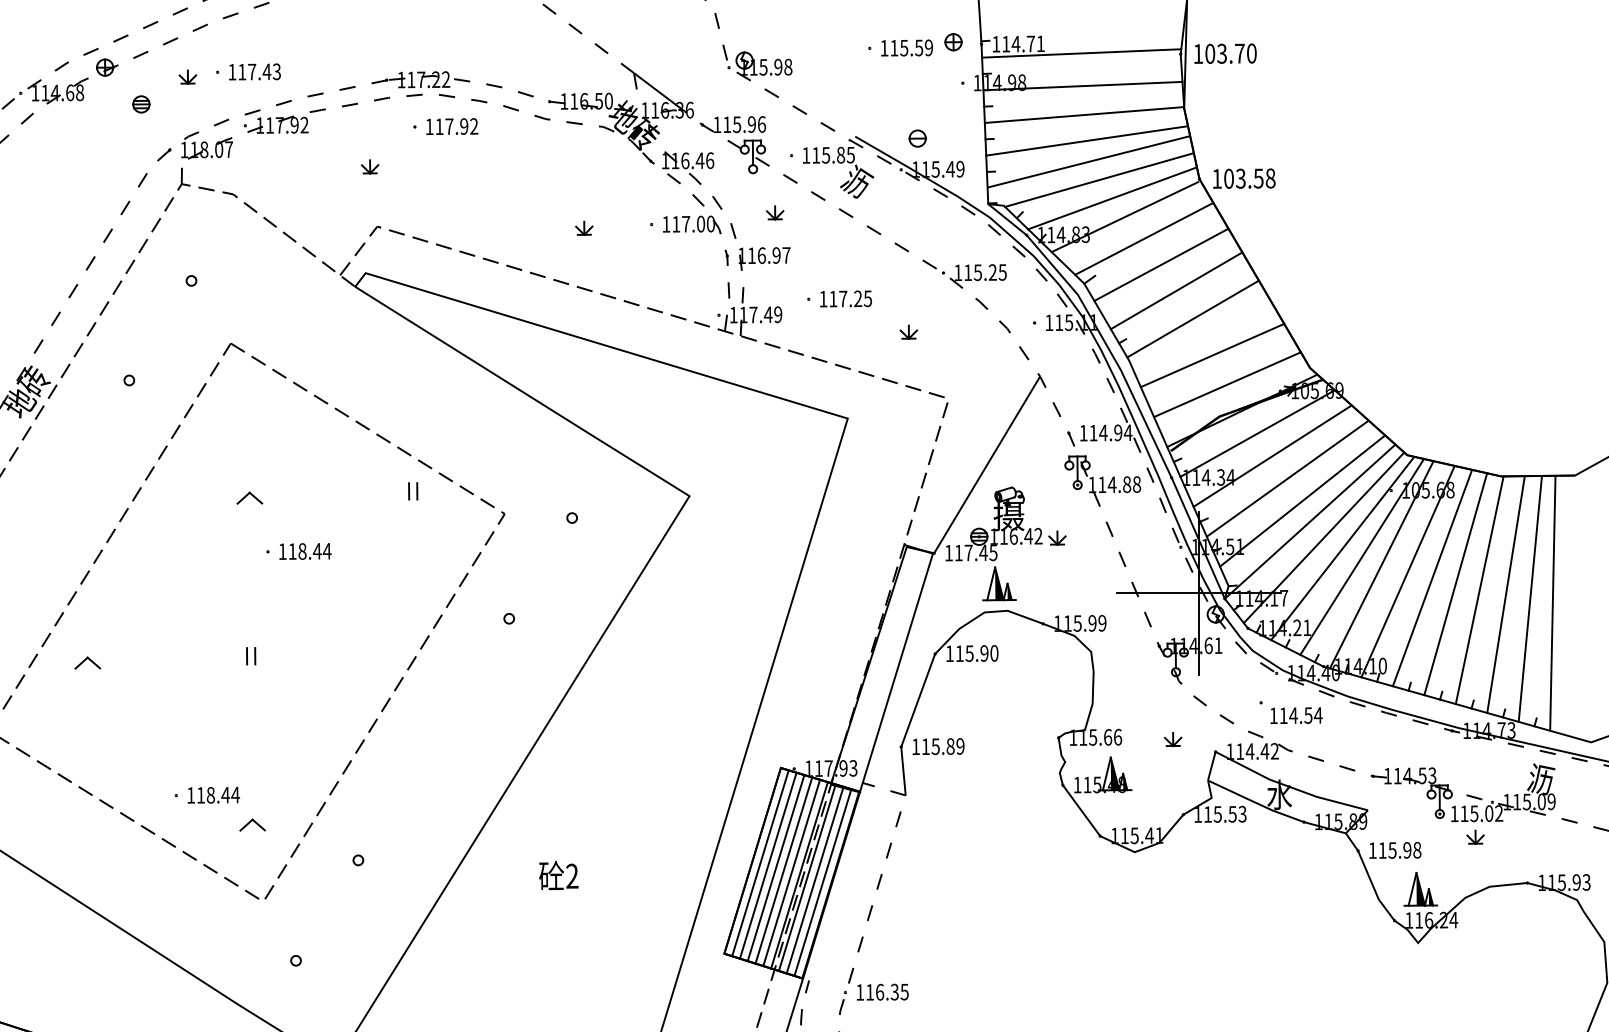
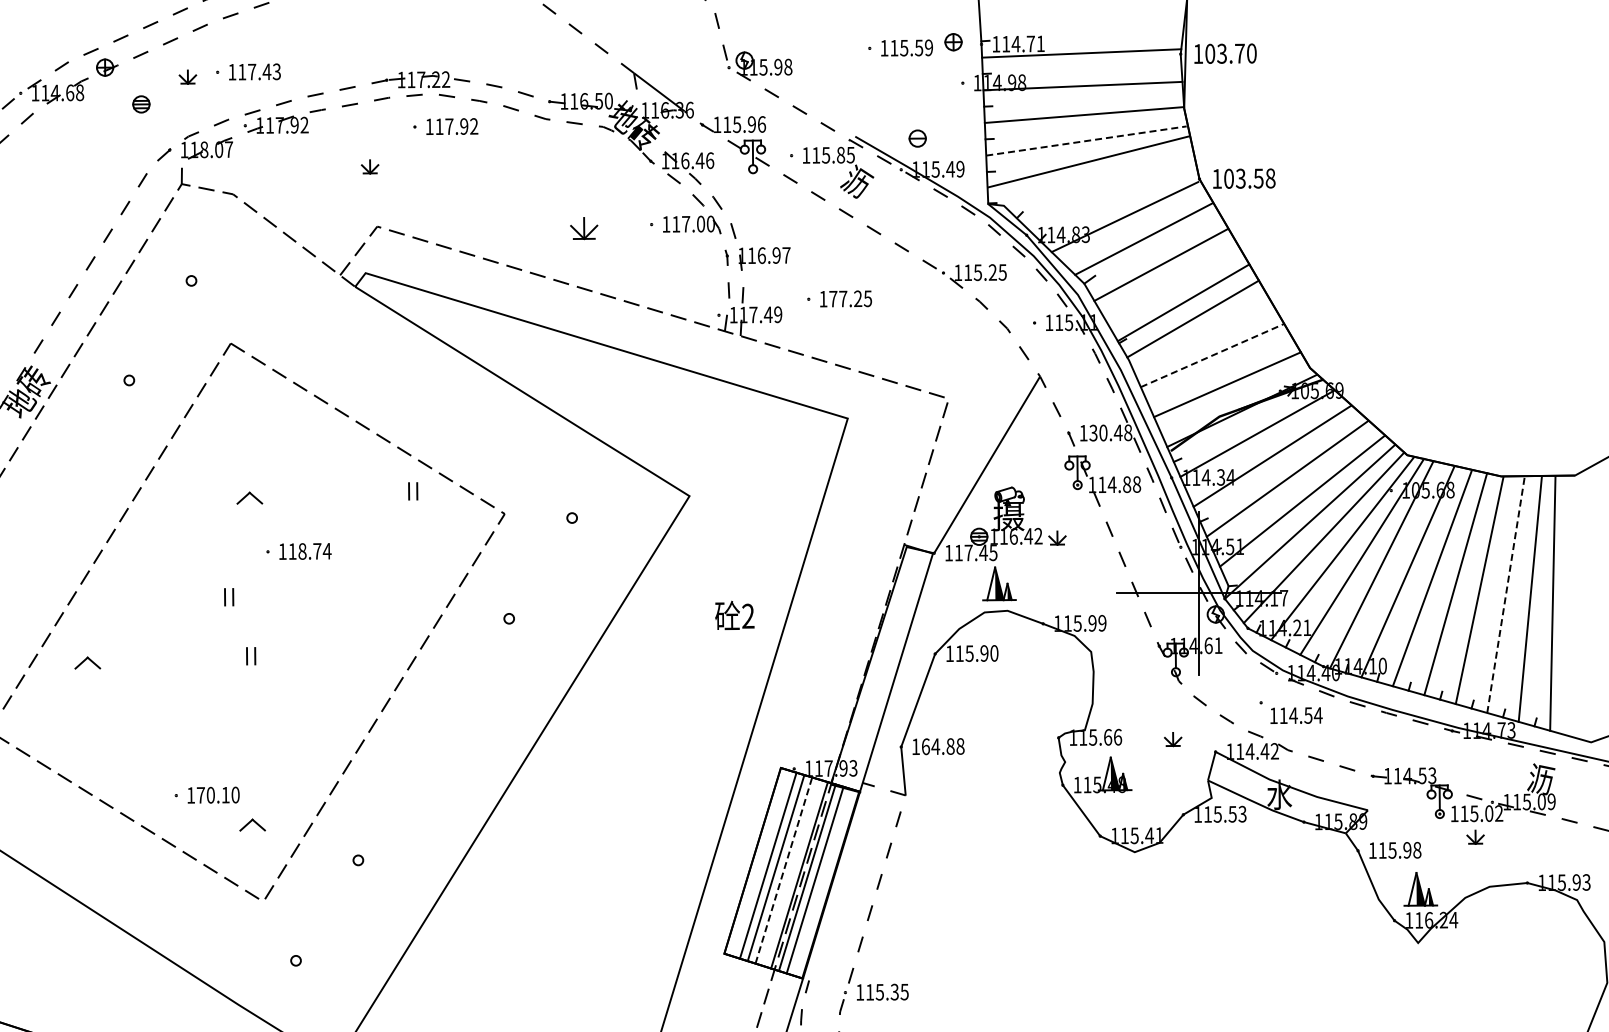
line at (1086, 140): solid -> dashed
line at (1099, 179): present -> none
line at (1112, 198): present -> none
part at (775, 212): present -> none
part at (584, 227) size: 19x16 px -> 29x24 px
line at (1176, 290) position: (1176, 290) -> (1183, 302)
text at (833, 298): 117.25 -> 177.25
part at (908, 331): present -> none
line at (1213, 355): solid -> dashed
text at (1110, 432): 114.94 -> 130.48
text at (316, 551): 118.44 -> 118.74
line at (1506, 594): solid -> dashed
part at (229, 597): none -> present
text at (943, 746): 115.89 -> 164.88
text at (217, 794): 118.44 -> 170.10
line at (760, 863): present -> none
line at (784, 870): solid -> dashed
line at (791, 872): present -> none
text at (558, 874) position: (558, 874) -> (734, 614)
line at (822, 882): present -> none
text at (879, 991): 116.35 -> 115.35
